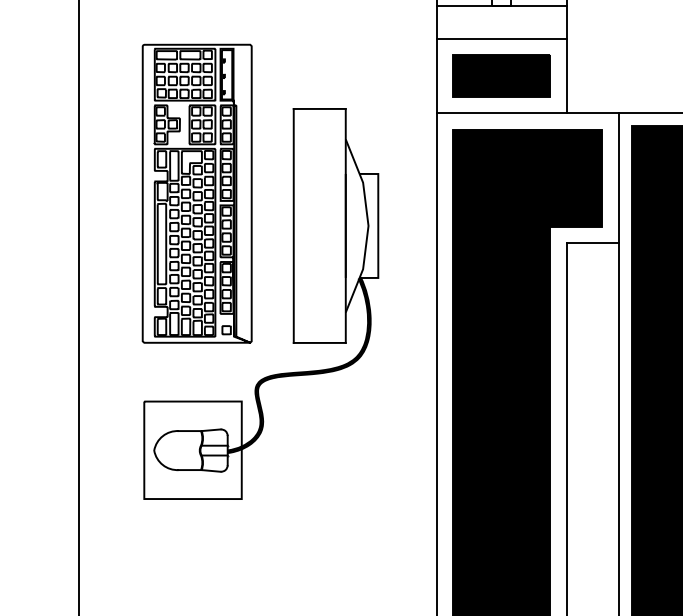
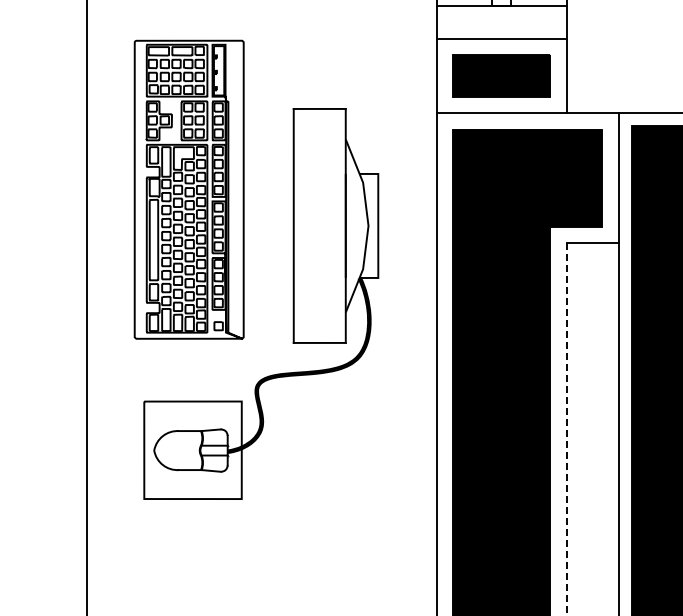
part at (196, 193) position: (196, 193) -> (188, 189)
line at (79, 307) position: (79, 307) -> (87, 307)
line at (566, 429): solid -> dashed
